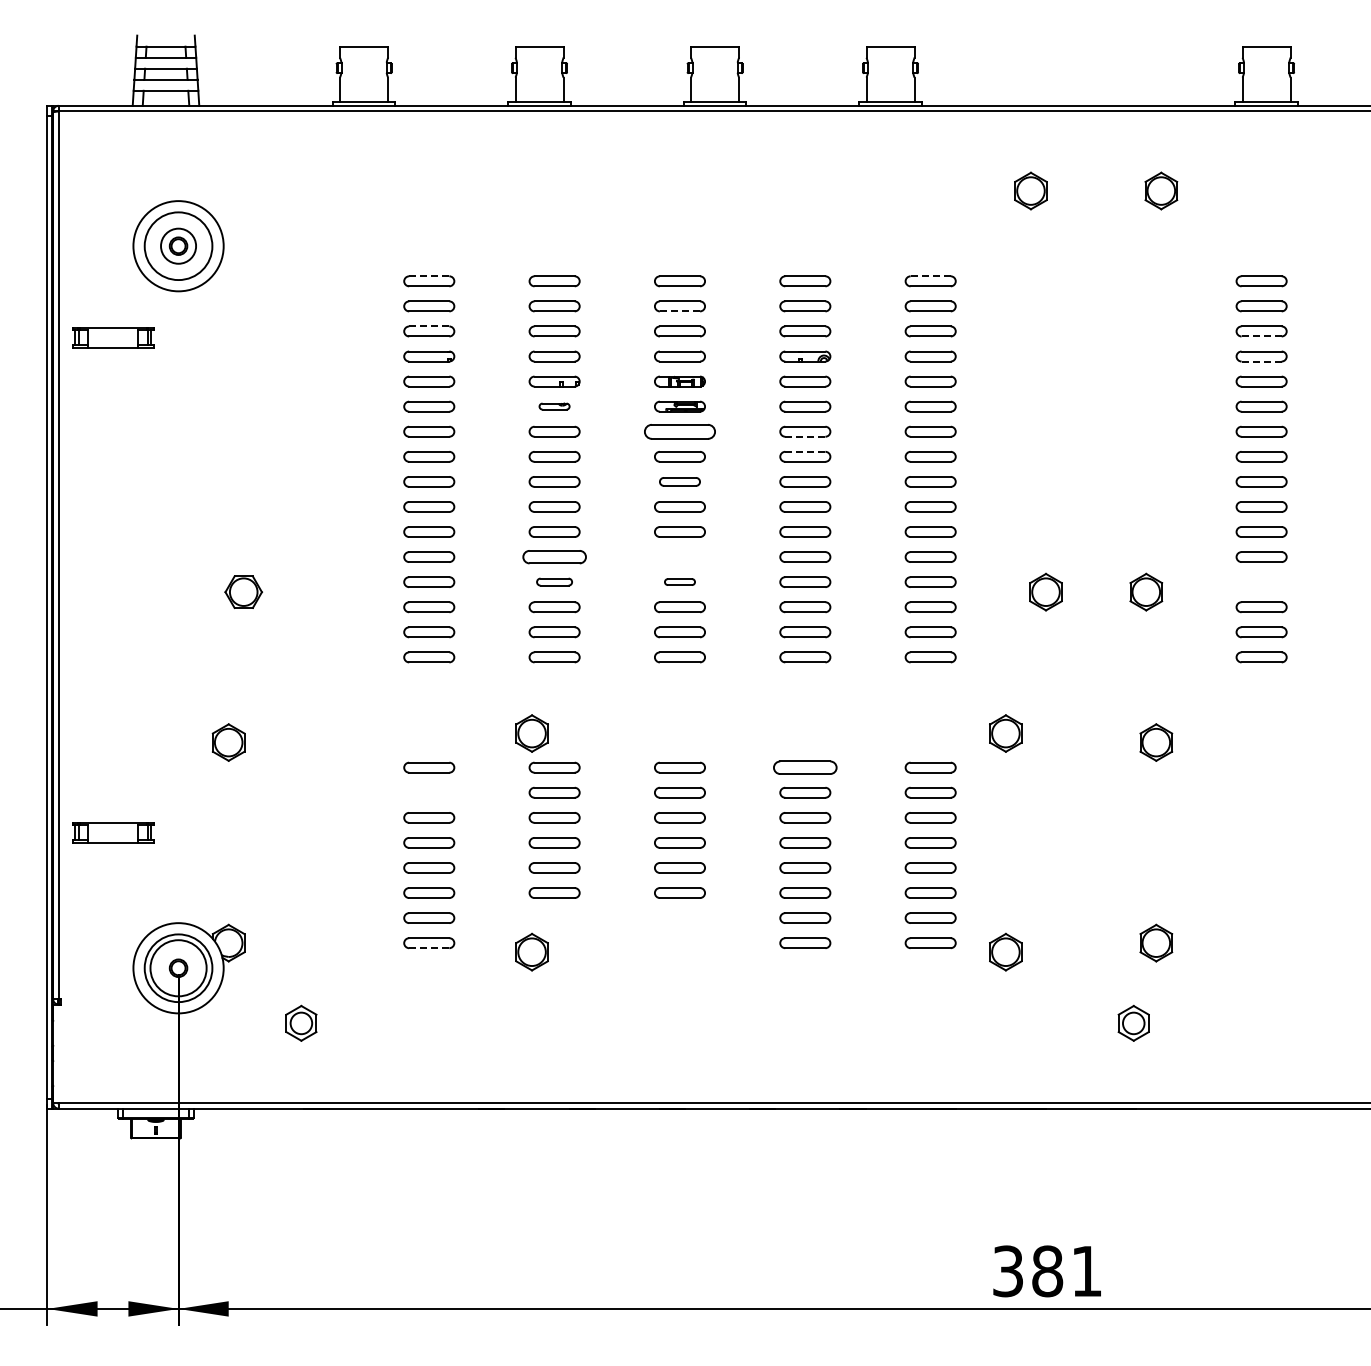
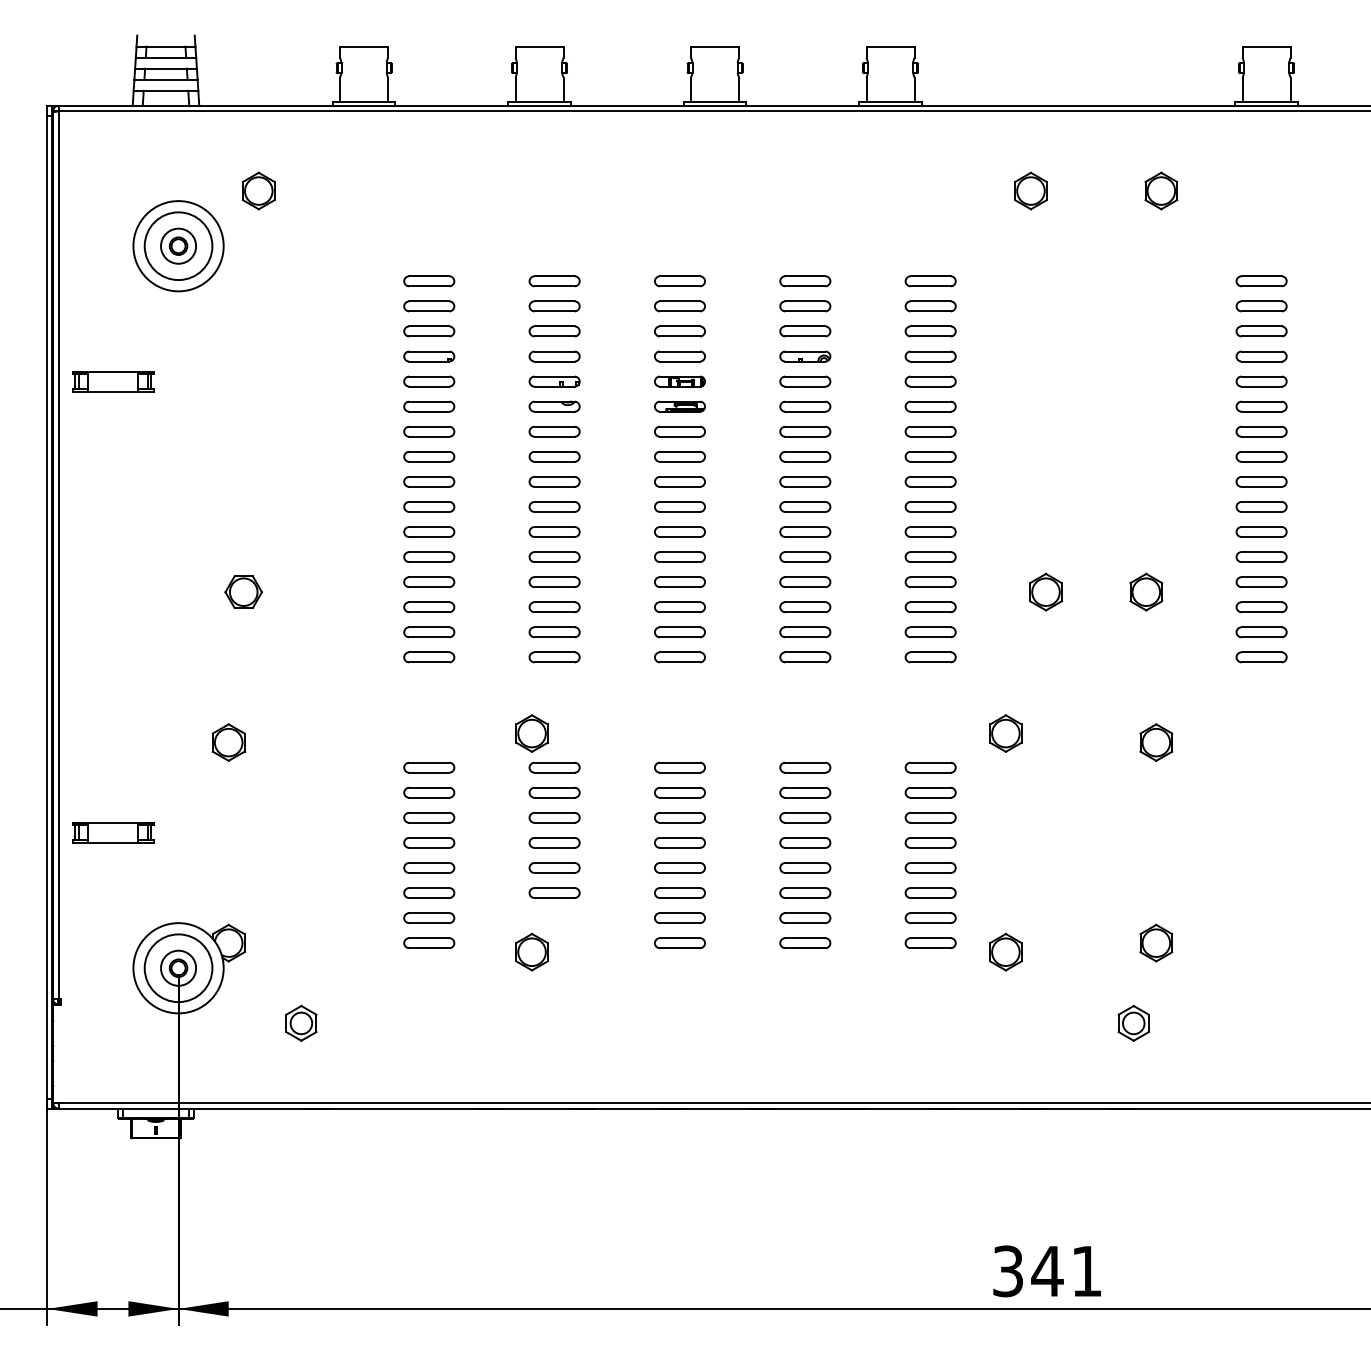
part at (258, 190): none -> present
line at (429, 276): dashed -> solid
line at (931, 276): dashed -> solid
line at (679, 311): dashed -> solid
line at (429, 326): dashed -> solid
line at (1262, 336): dashed -> solid
part at (113, 337) position: (113, 337) -> (113, 381)
line at (1262, 361): dashed -> solid
part at (554, 406) size: 33x9 px -> 53x13 px
part at (679, 431) size: 72x16 px -> 52x13 px
line at (804, 436): dashed -> solid
line at (805, 451): dashed -> solid
part at (679, 481) size: 42x10 px -> 52x12 px
part at (679, 556): none -> present
part at (554, 557) size: 65x15 px -> 53x12 px
part at (554, 581) size: 37x10 px -> 53x12 px
part at (679, 581) size: 32x8 px -> 52x12 px
part at (1261, 581): none -> present
part at (805, 767) size: 65x15 px -> 53x13 px
part at (429, 792): none -> present
part at (679, 917): none -> present
part at (679, 943): none -> present
line at (428, 948): dashed -> solid
circle at (178, 968) diameter: 56 px -> 35 px
text at (1047, 1271): 381 -> 341
